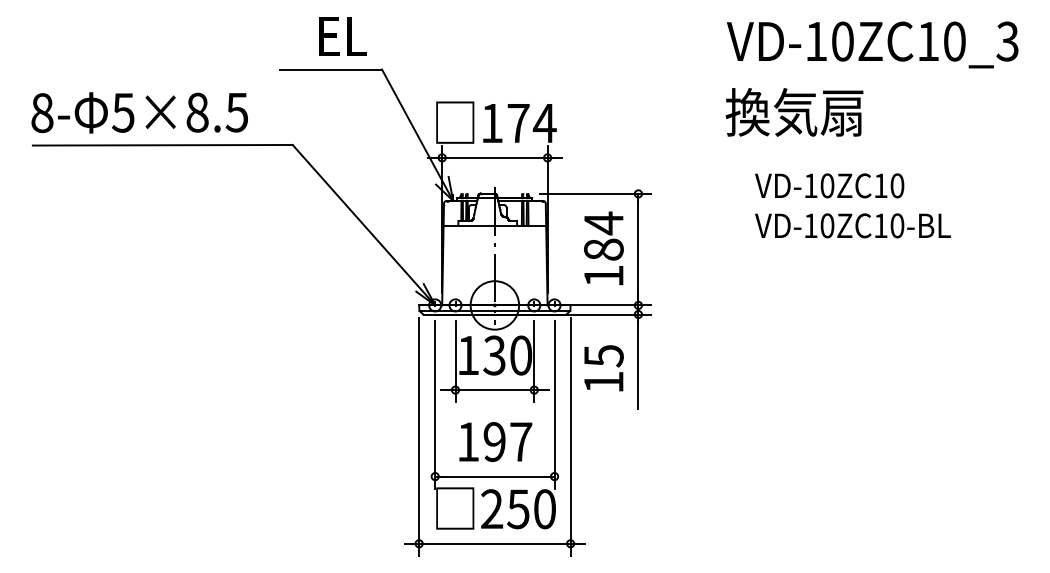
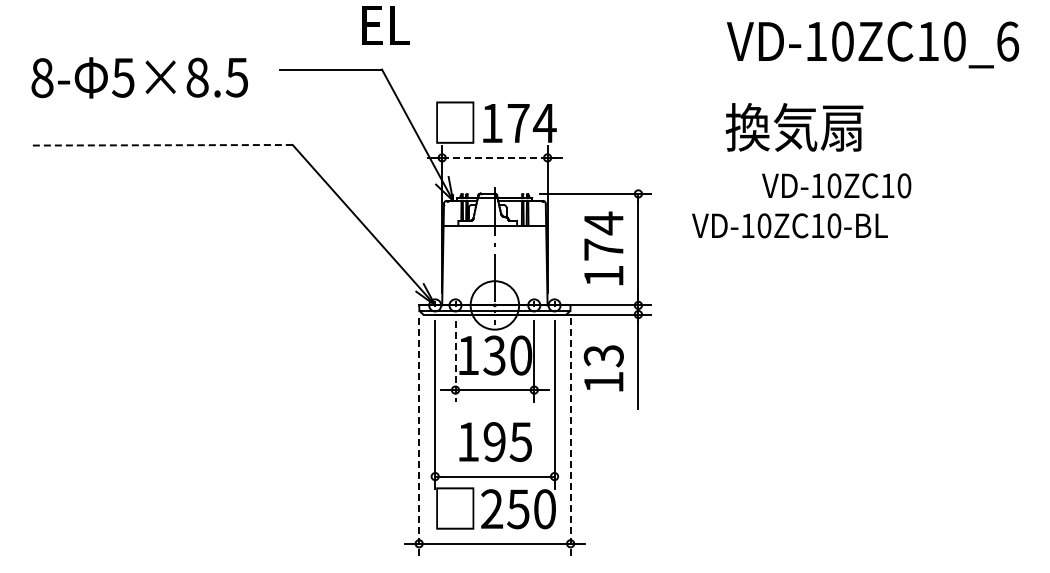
text at (342, 36) position: (342, 36) -> (385, 25)
text at (1007, 41): VD-10ZC10_3 -> VD-10ZC10_6
text at (139, 112) position: (139, 112) -> (139, 77)
text at (794, 112) position: (794, 112) -> (794, 127)
line at (162, 145): solid -> dashed
line at (494, 157): solid -> dashed
text at (829, 185) position: (829, 185) -> (836, 185)
text at (852, 225) position: (852, 225) -> (789, 225)
text at (603, 249): 184 -> 174
text at (603, 356): 15 -> 13
line at (455, 362): solid -> dashed
line at (419, 437): solid -> dashed
line at (570, 437): solid -> dashed
text at (520, 442): 197 -> 195
